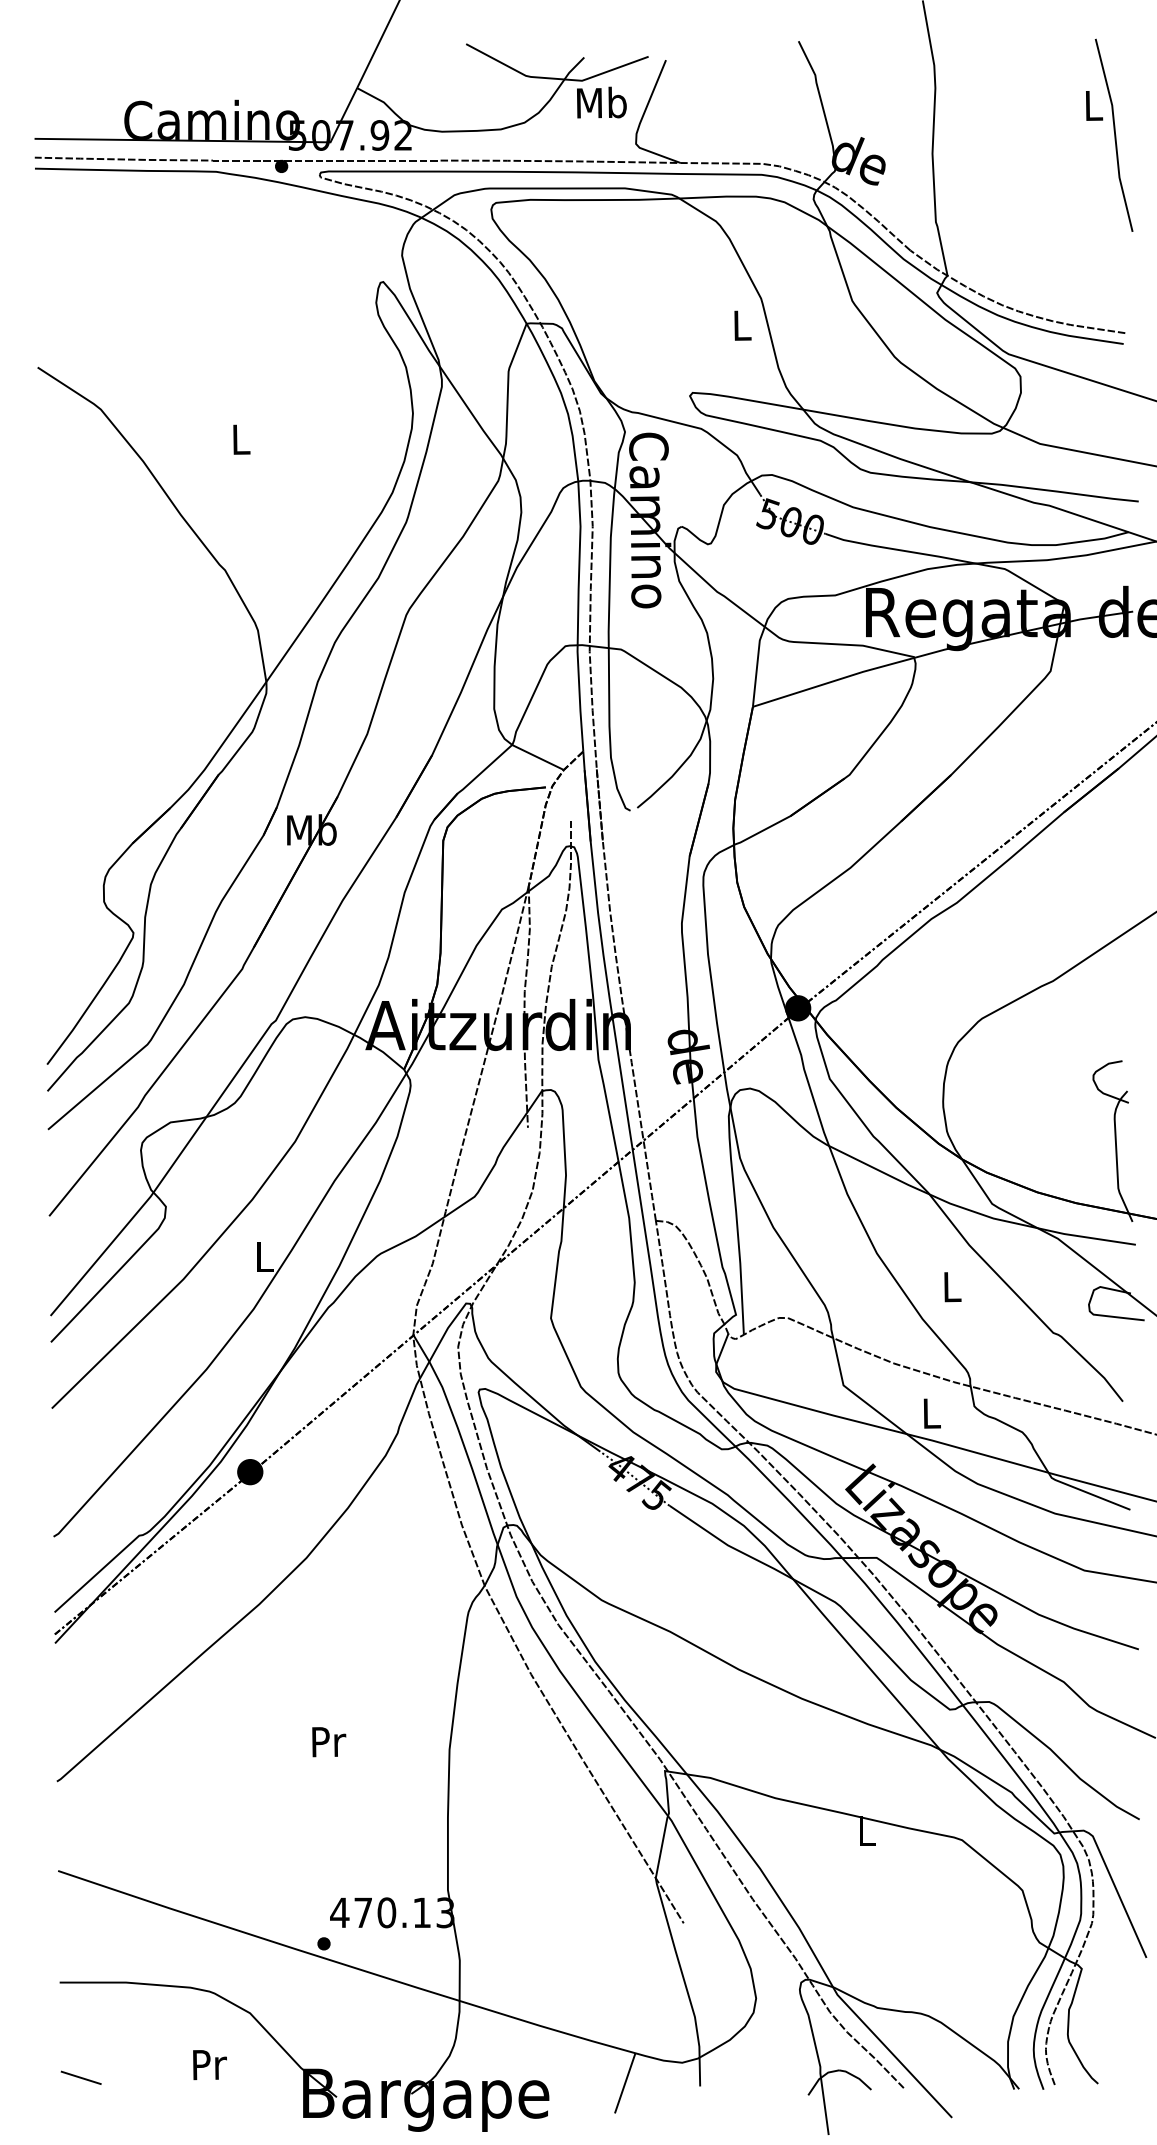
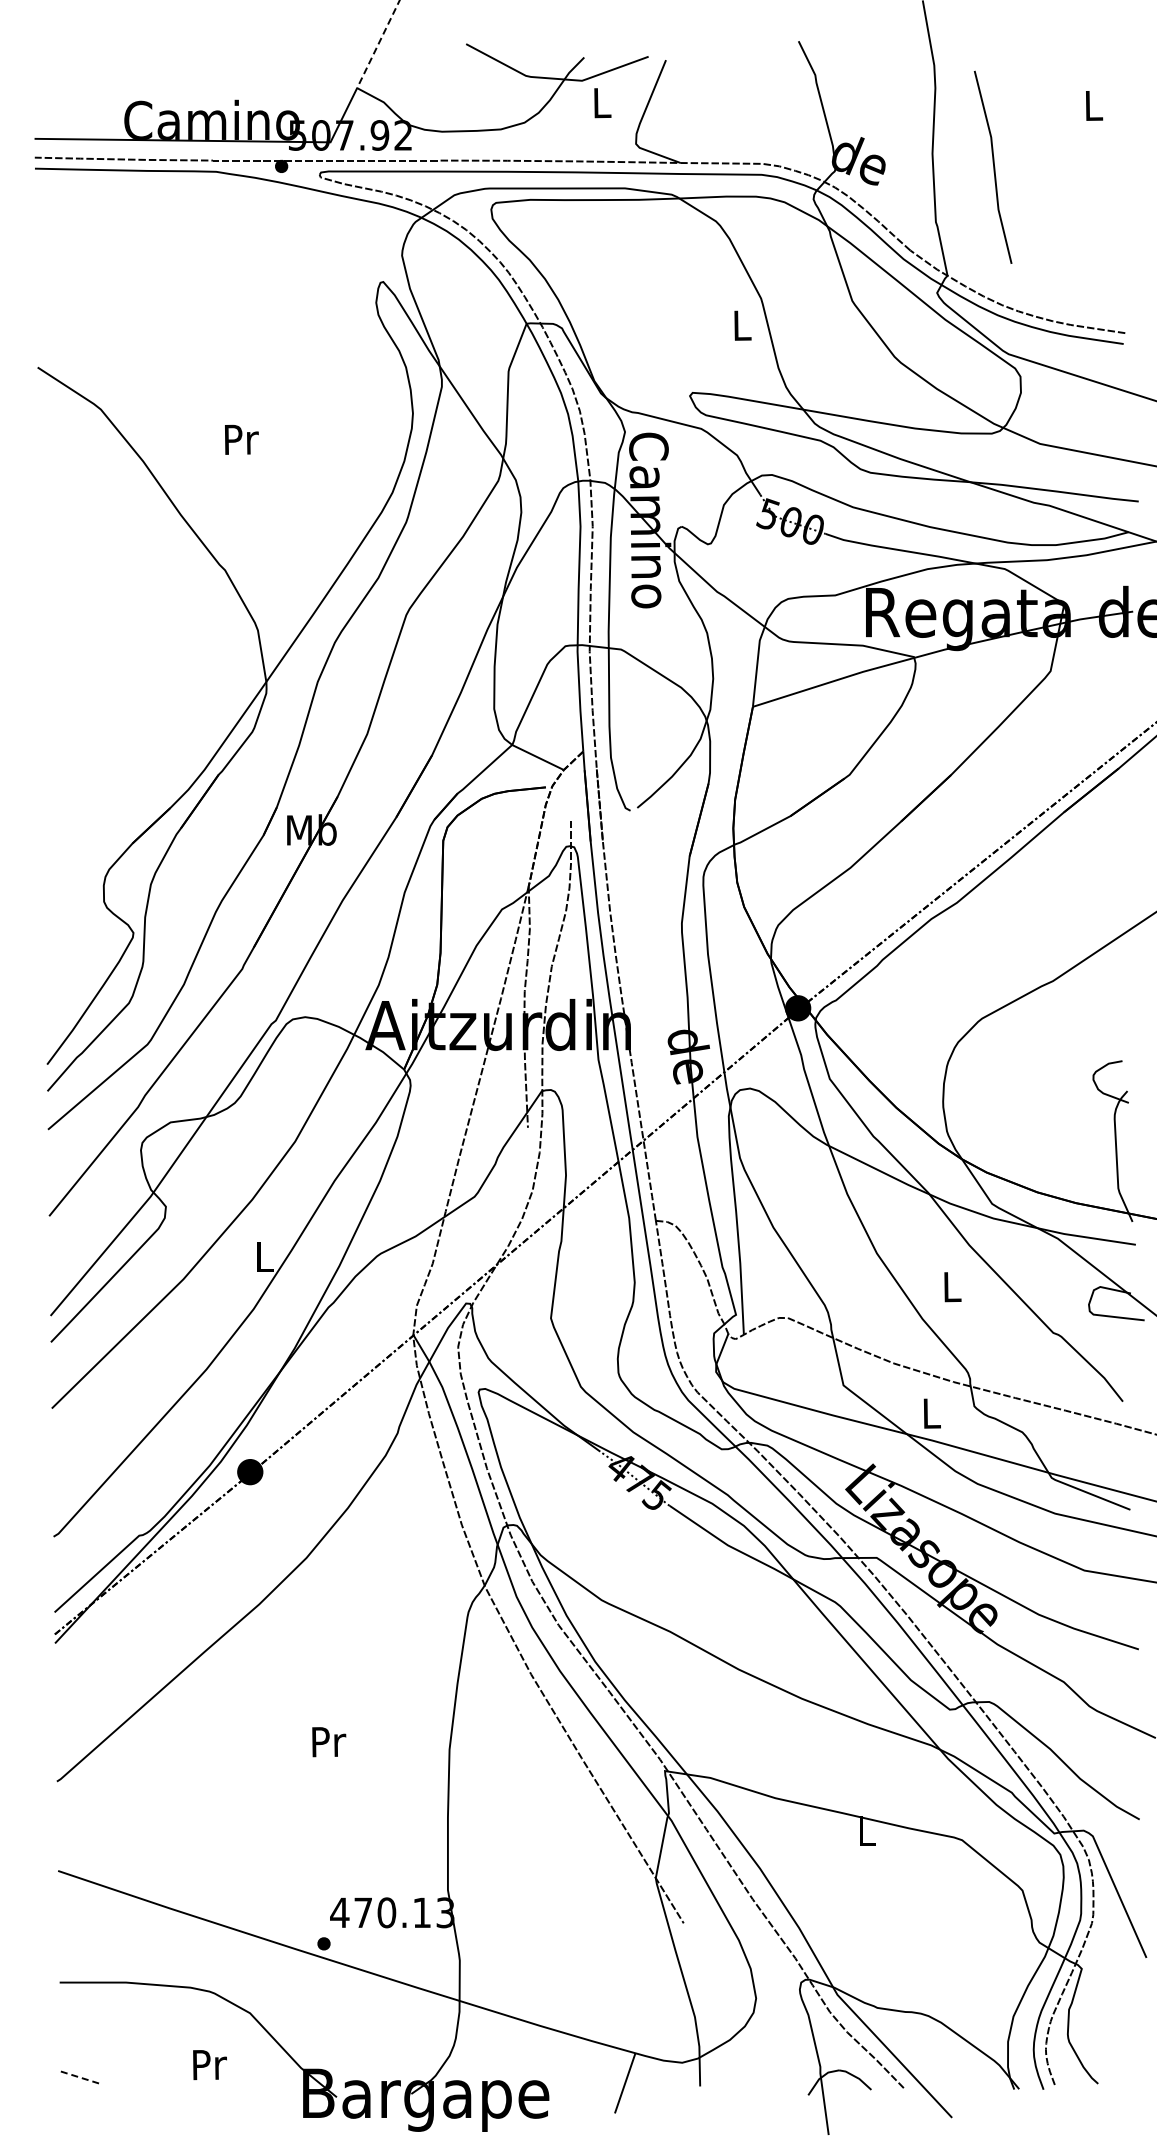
line at (378, 44): solid -> dashed
text at (601, 102): Mb -> L
line at (1114, 134) position: (1114, 134) -> (993, 166)
text at (241, 439): L -> Pr
line at (81, 2078): solid -> dashed
